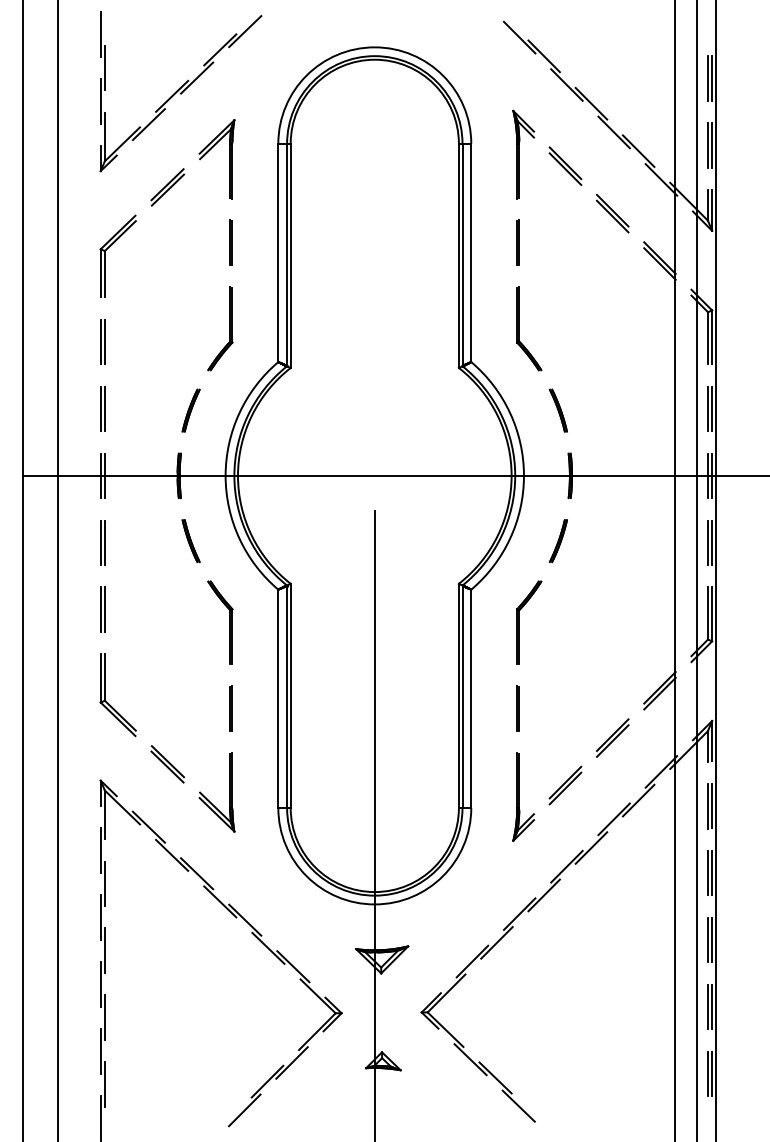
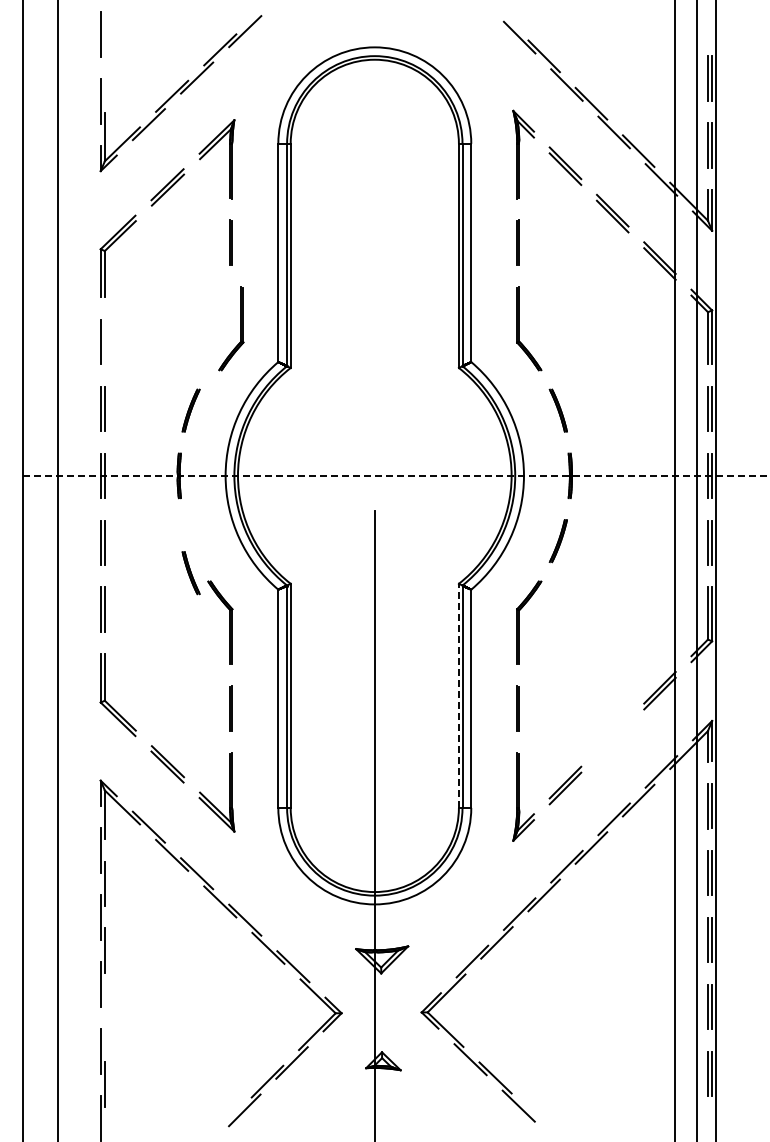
line at (104, 67): present -> none
part at (229, 328) position: (229, 328) -> (240, 328)
line at (104, 341): present -> none
line at (397, 475): solid -> dashed
part at (190, 541) position: (190, 541) -> (190, 573)
line at (458, 695): solid -> dashed
part at (612, 737): present -> none
line at (104, 1017): present -> none
